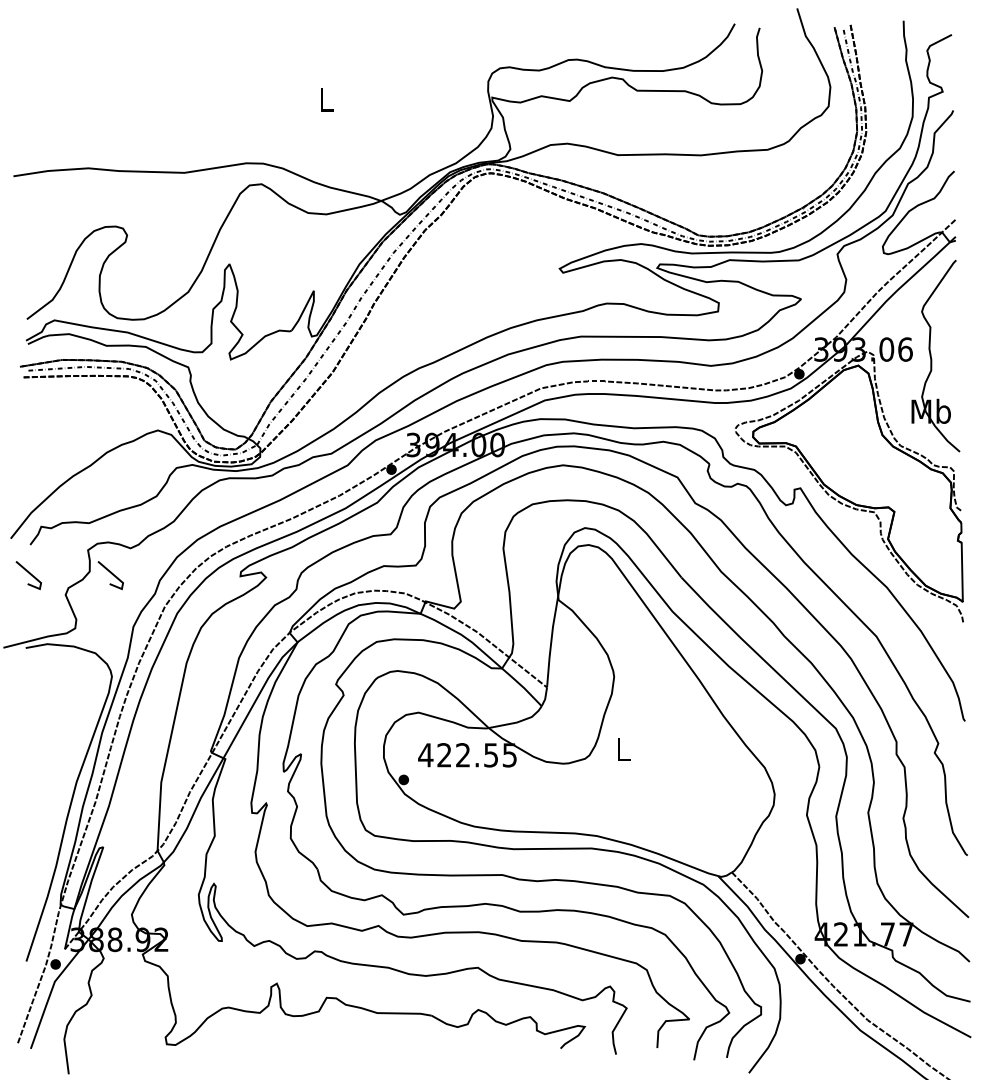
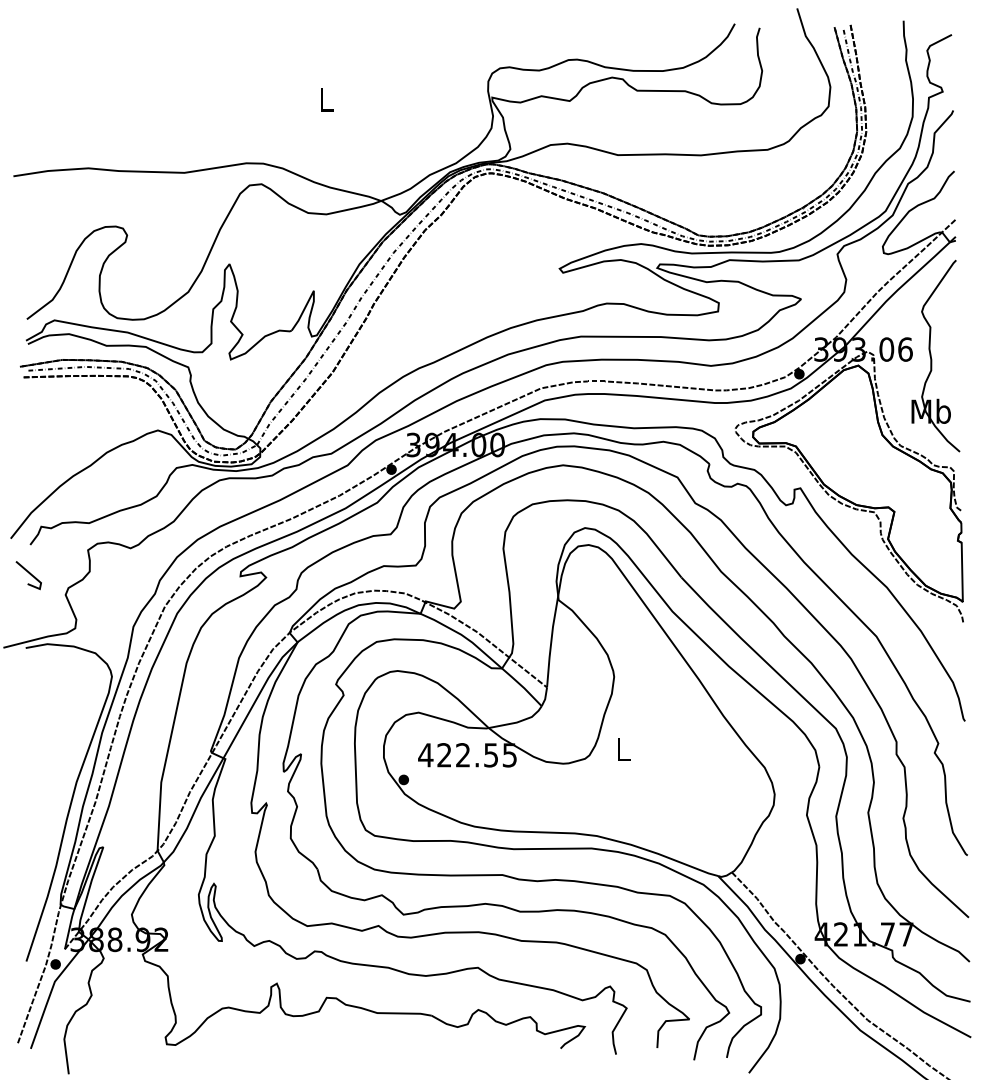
line at (111, 574): present -> none
